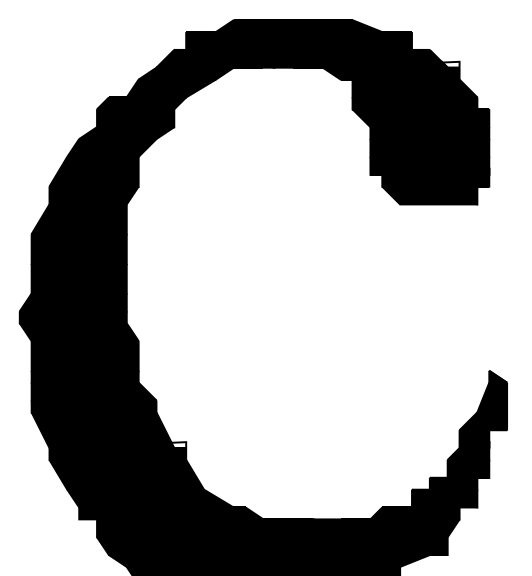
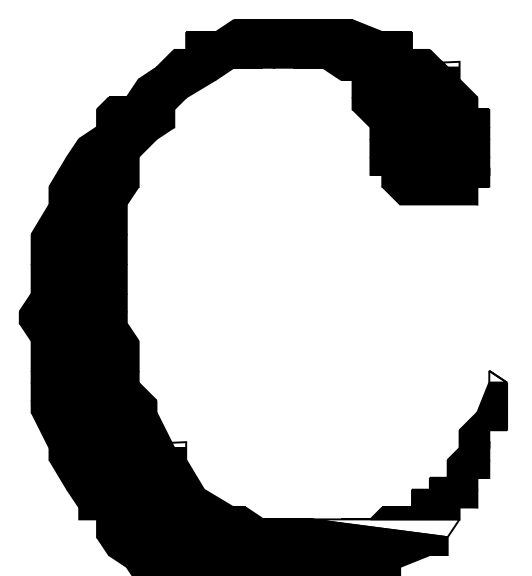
fill at (498, 376): present -> none
fill at (385, 528): present -> none
